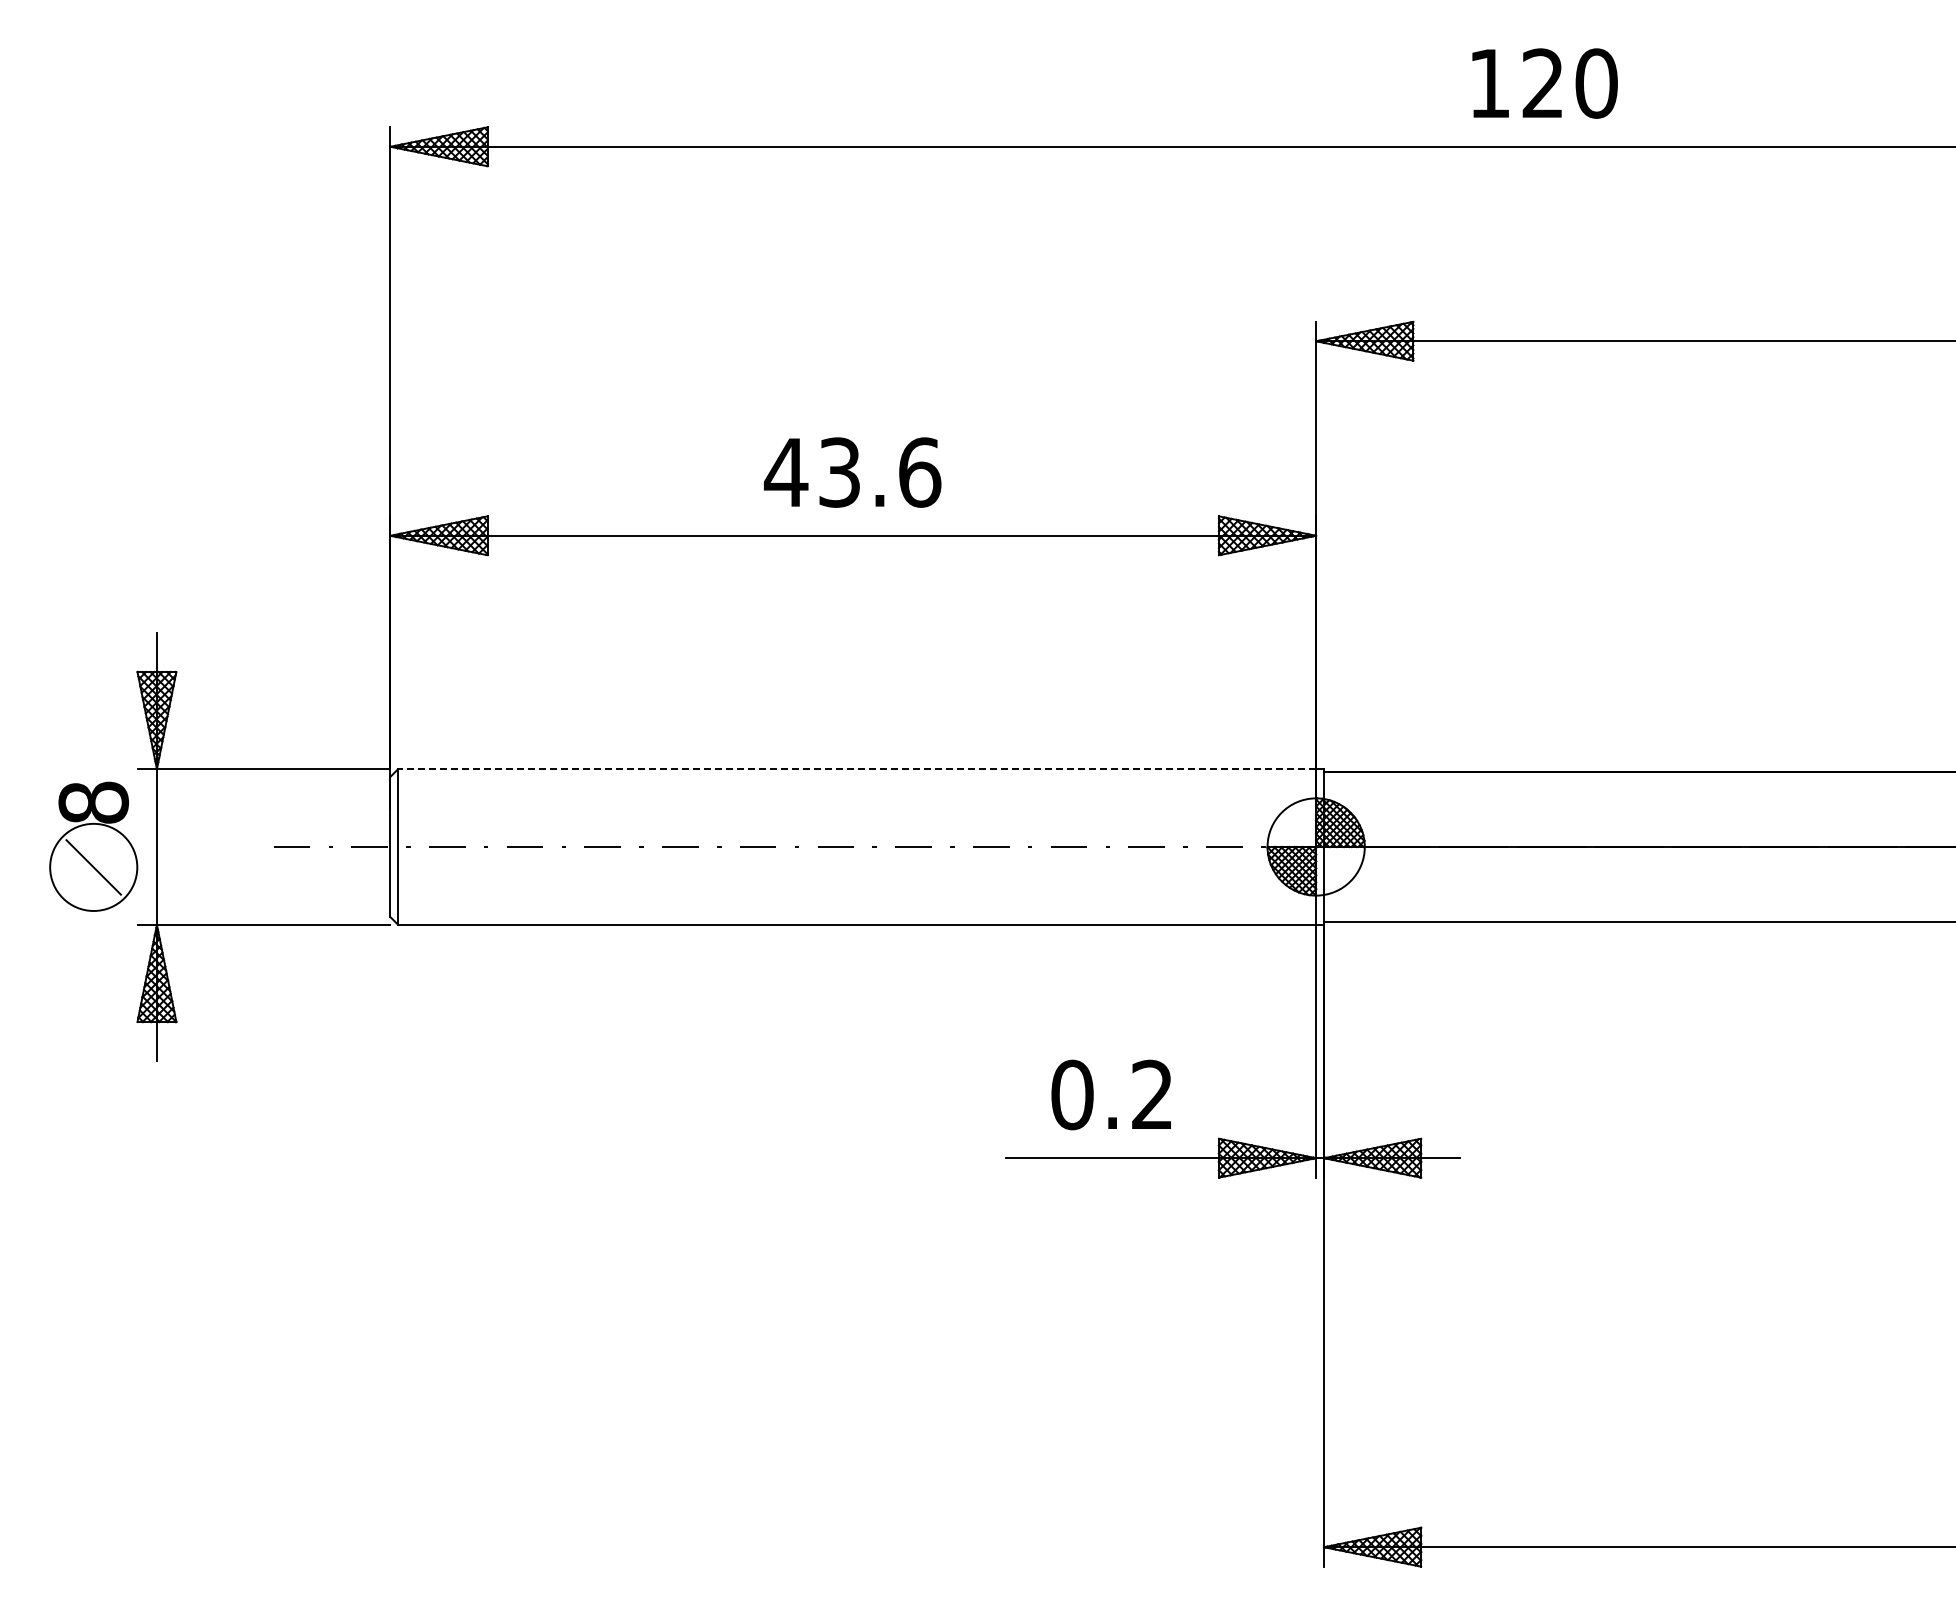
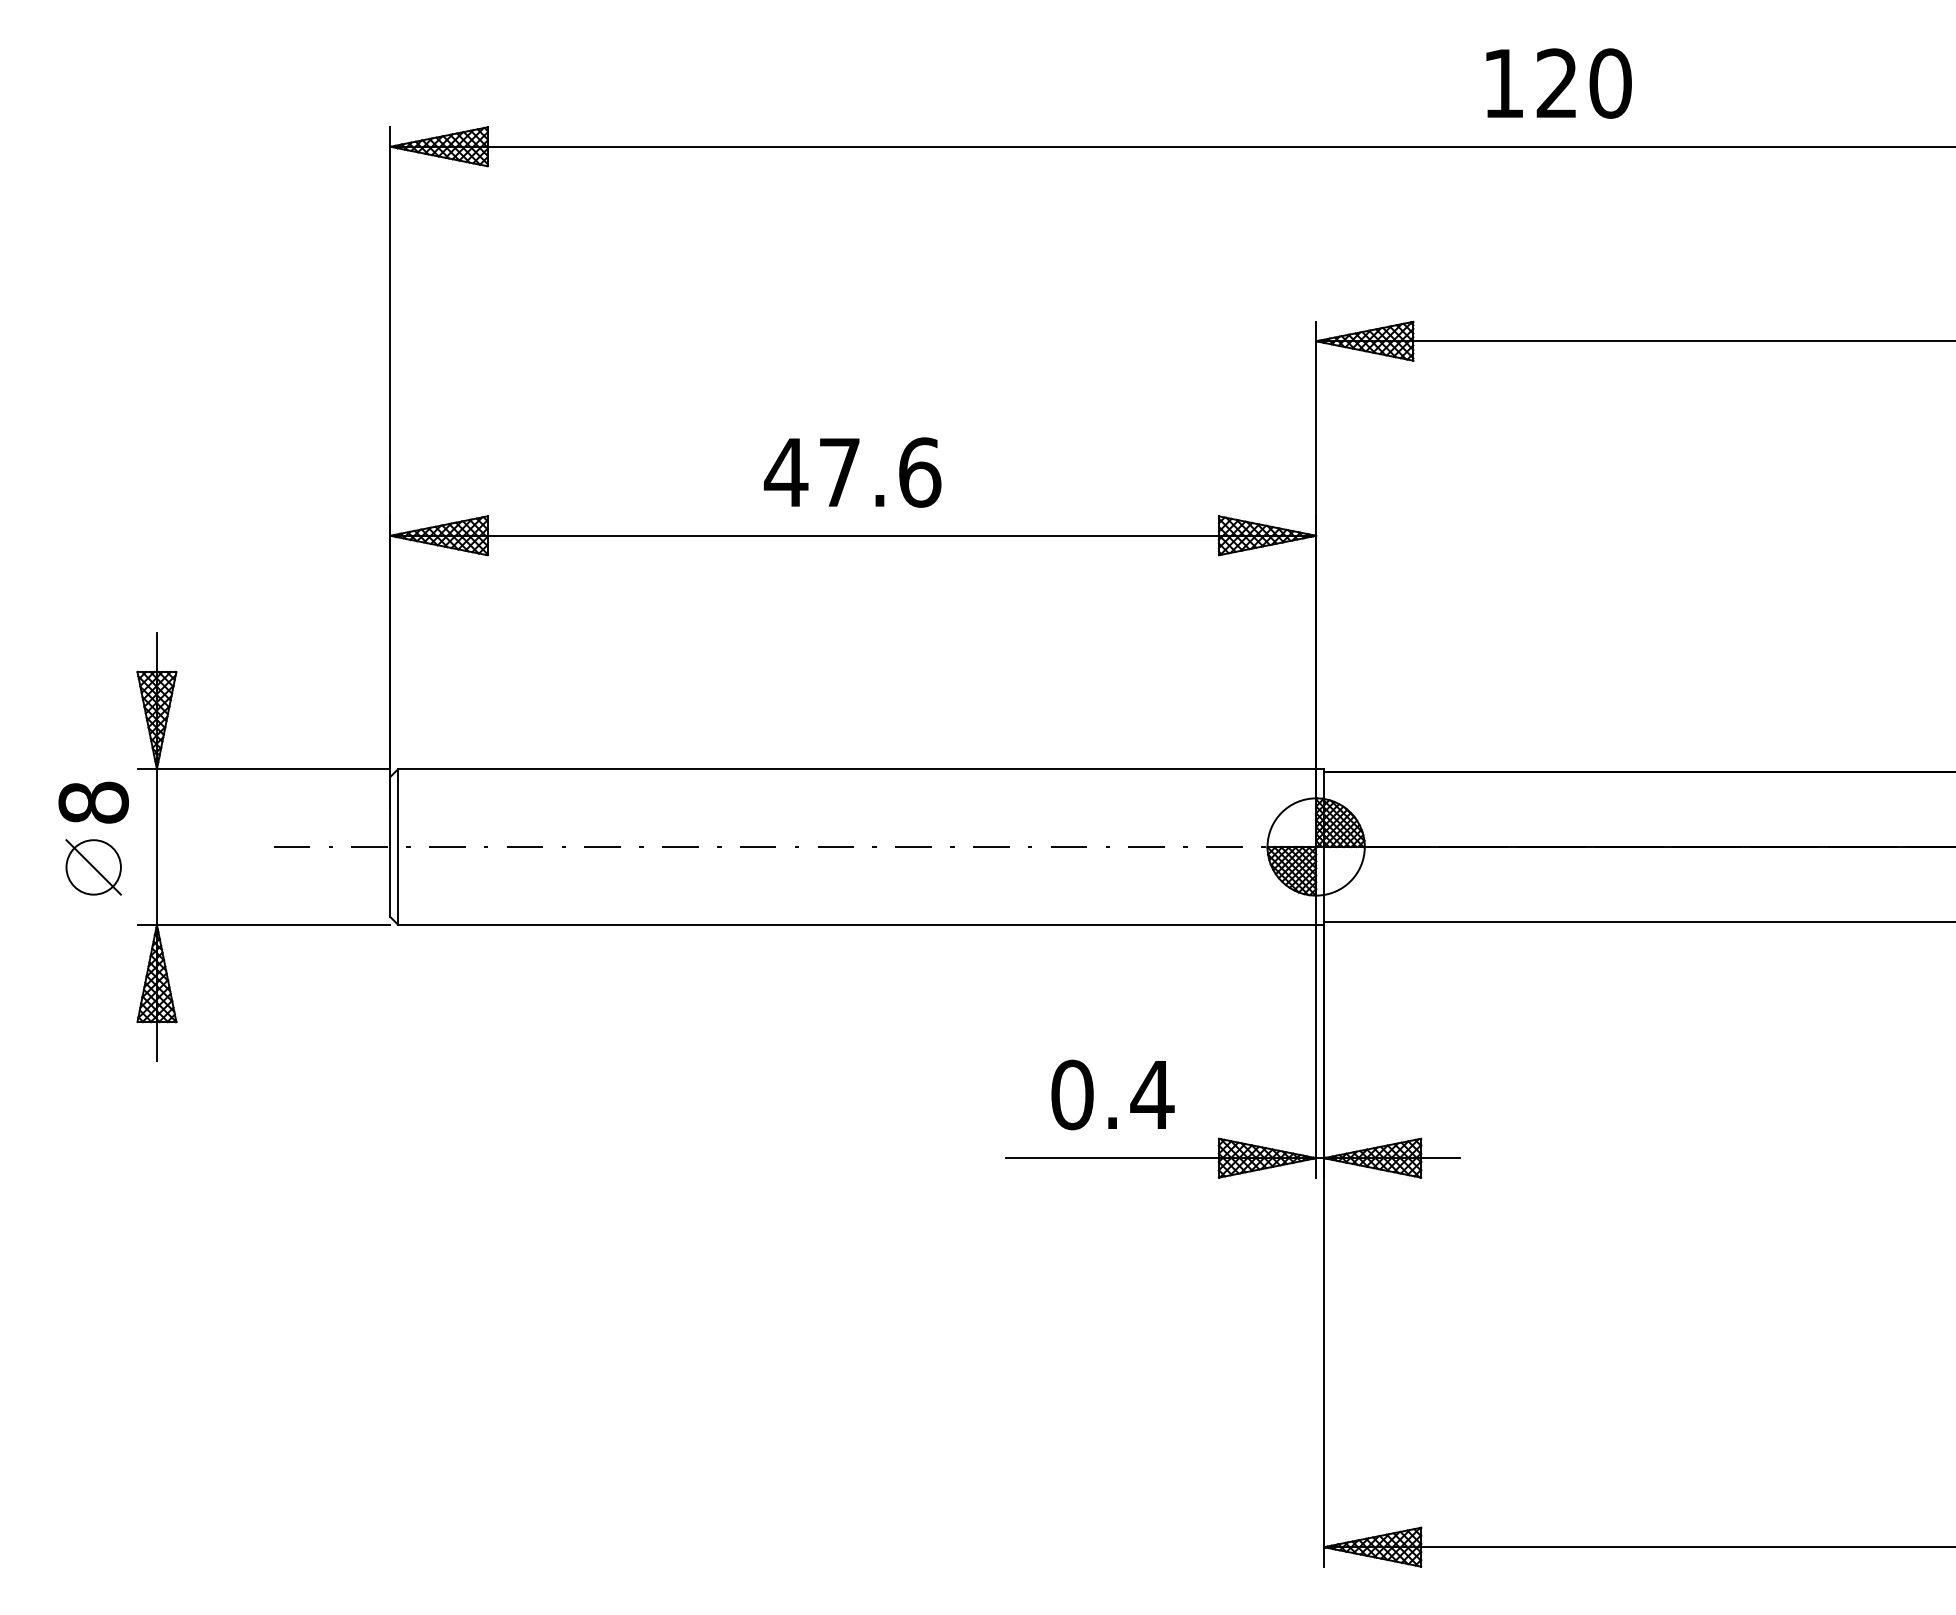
text at (1544, 83) position: (1544, 83) -> (1558, 83)
text at (839, 472): 43.6 -> 47.6
line at (856, 769): dashed -> solid
circle at (93, 866) diameter: 87 px -> 54 px
text at (1152, 1093): 0.2 -> 0.4
